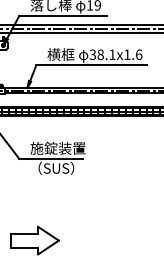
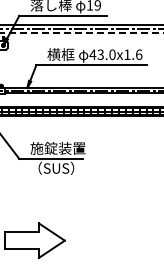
line at (82, 33): solid -> dashed
text at (102, 54): 38.1x1.6 -> 43.0x1.6
part at (34, 240) size: 50x31 px -> 62x37 px
